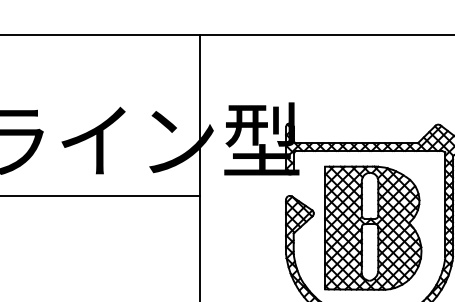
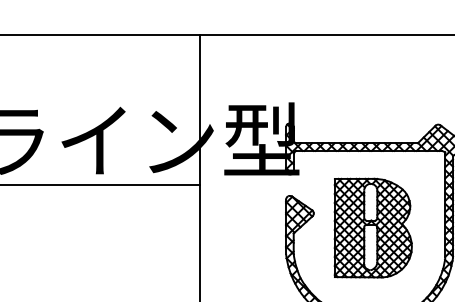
line at (101, 195) position: (101, 195) -> (101, 184)
part at (373, 227) size: 99x126 px -> 80x102 px
